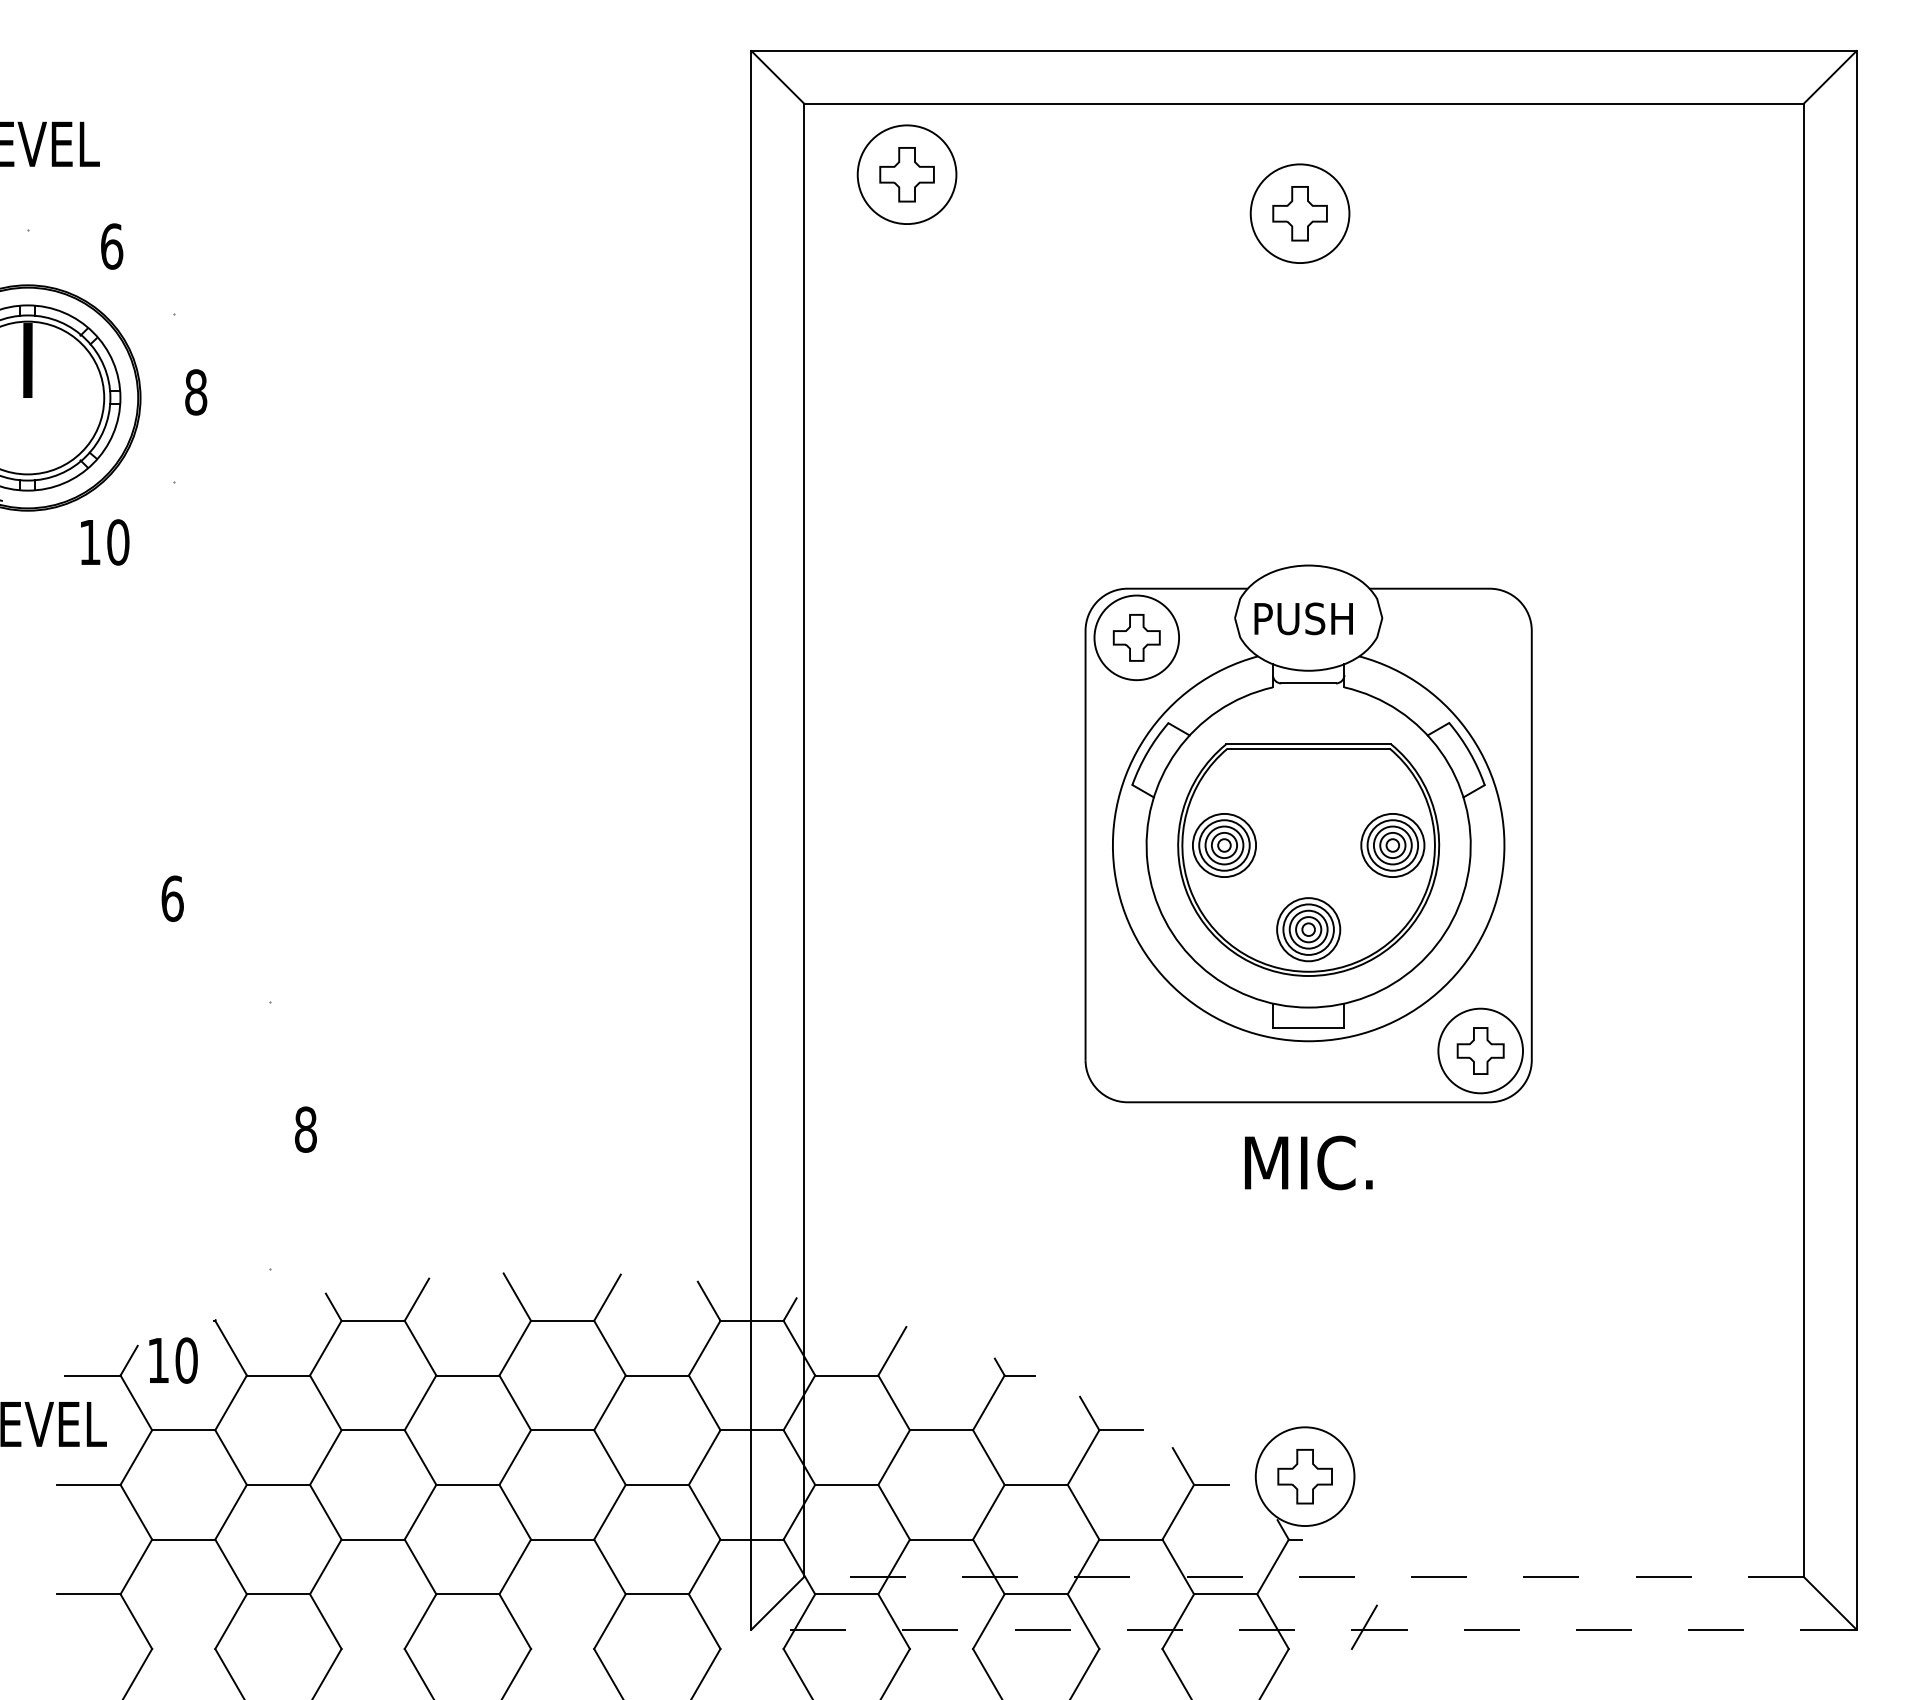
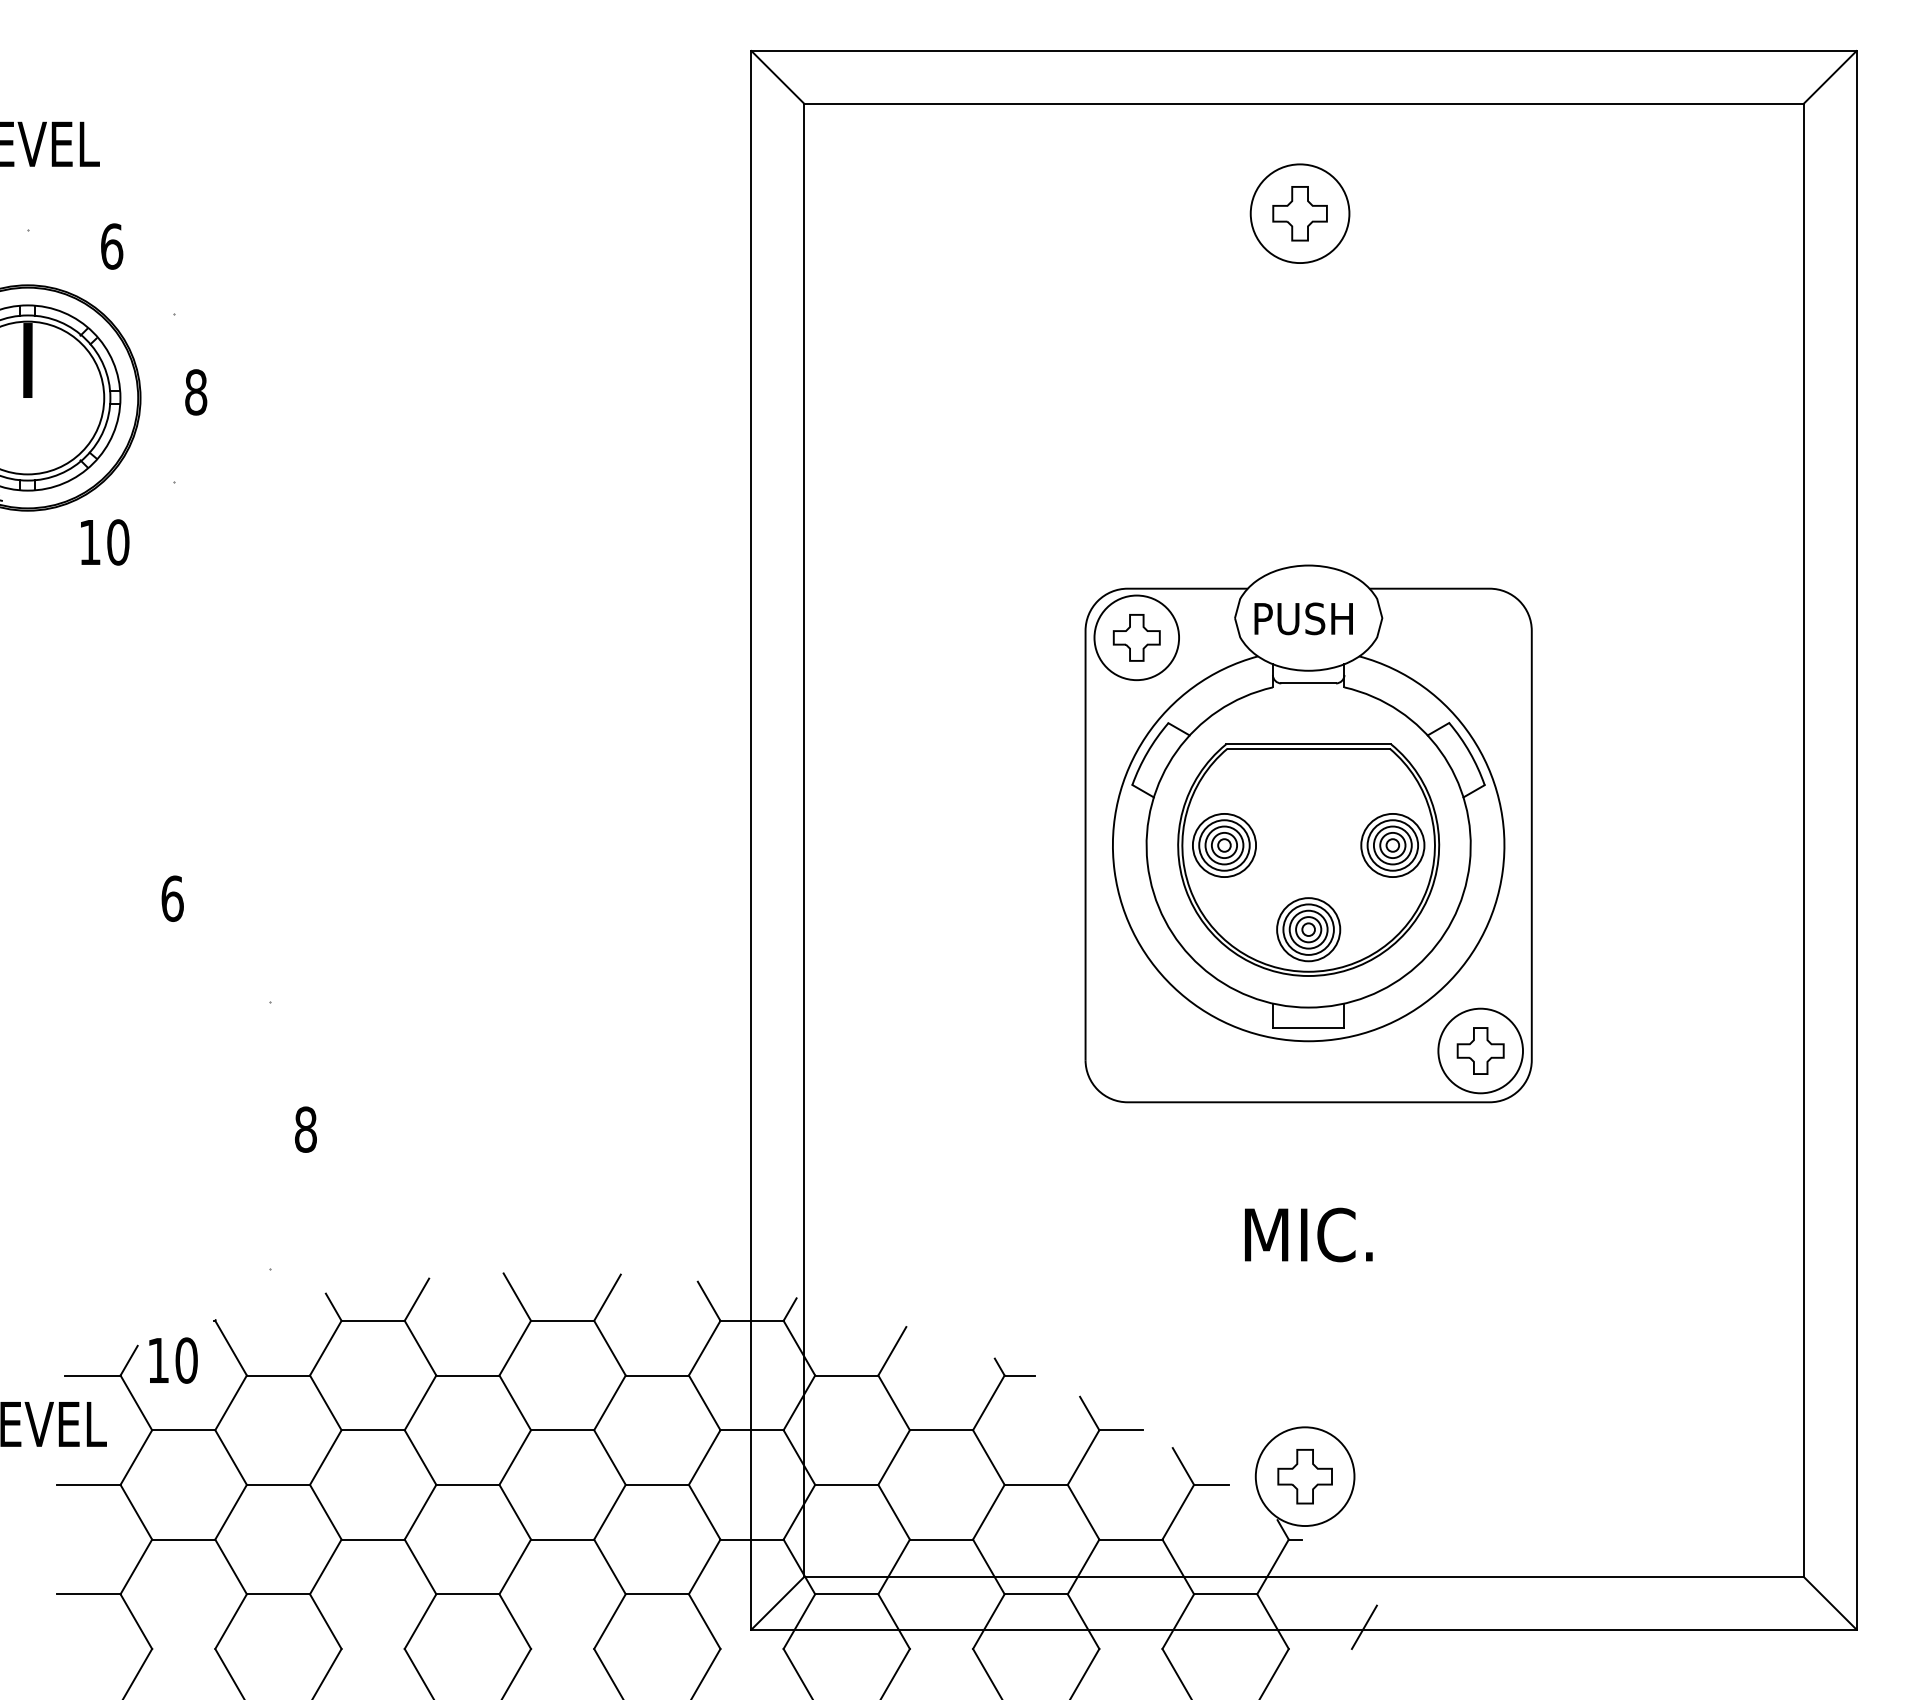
part at (906, 174): present -> none
text at (1308, 1162) position: (1308, 1162) -> (1308, 1234)
line at (1304, 1577): dashed -> solid
line at (1304, 1629): dashed -> solid
